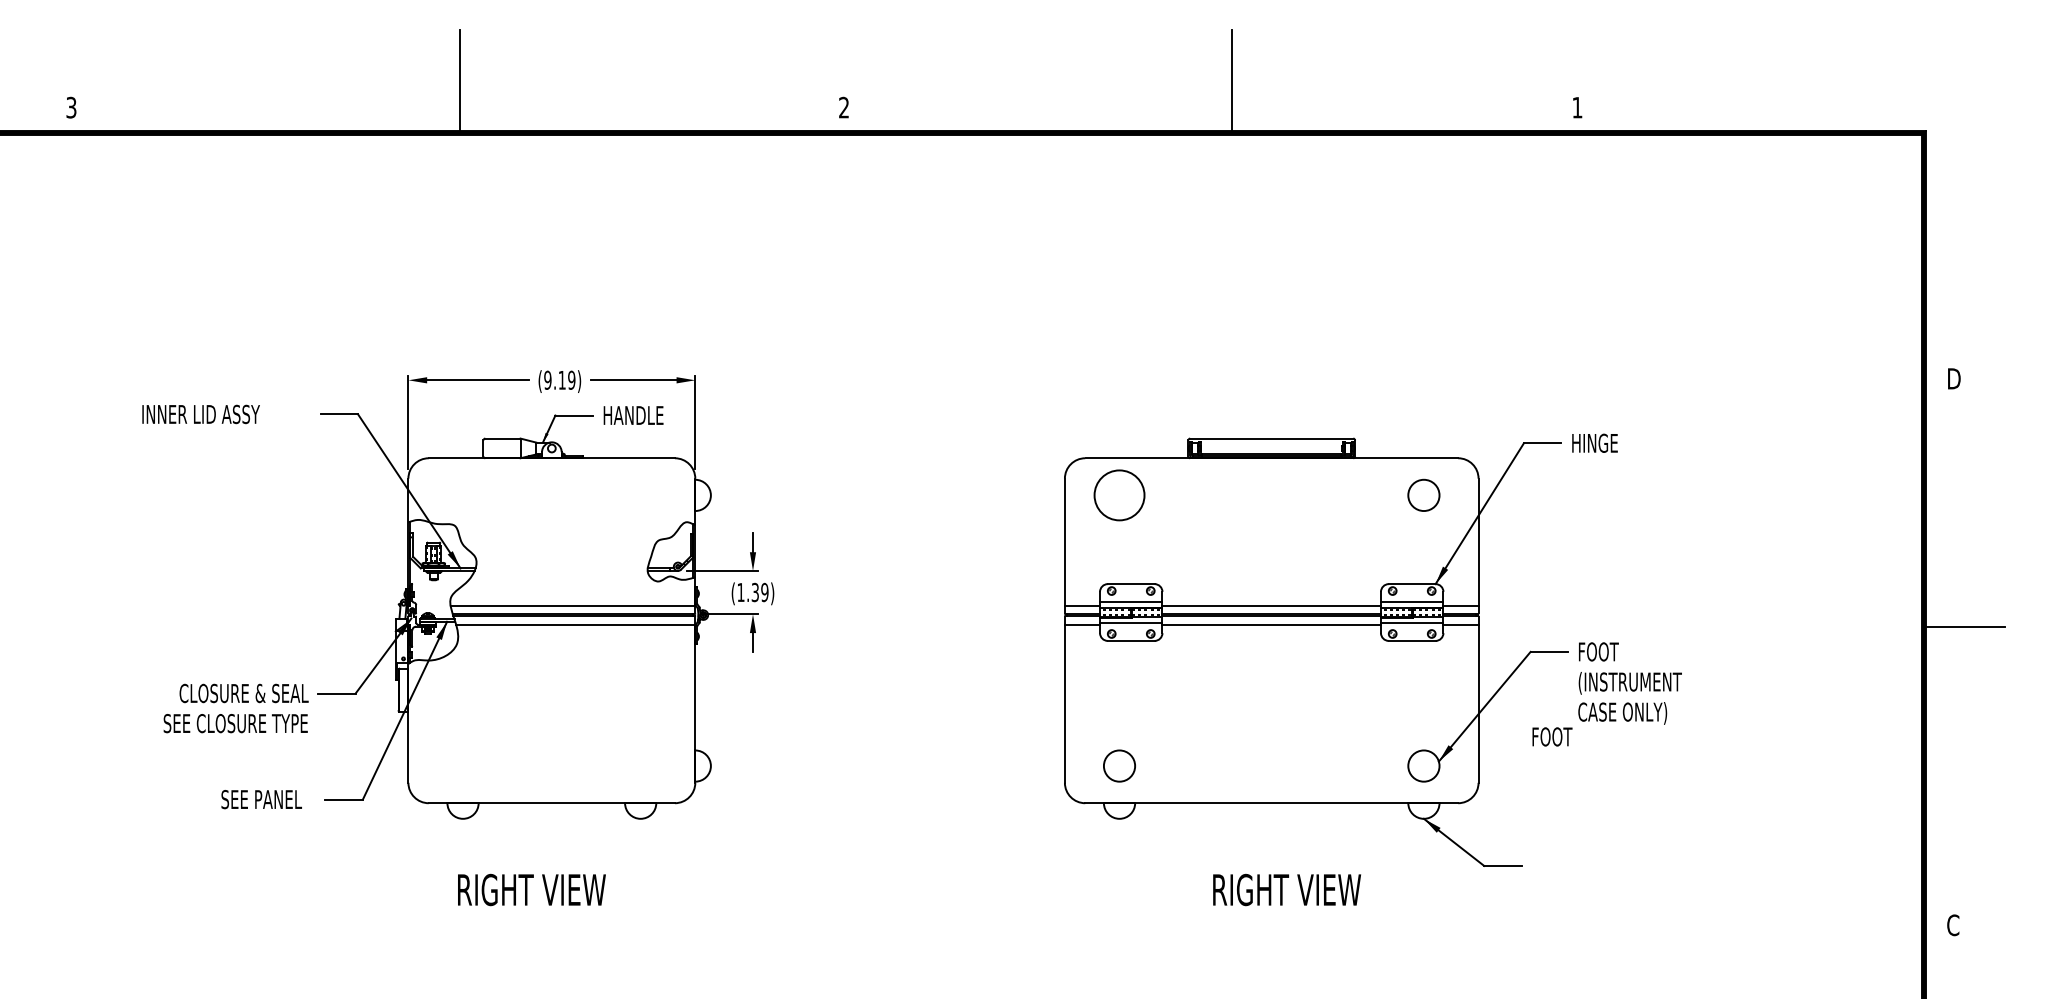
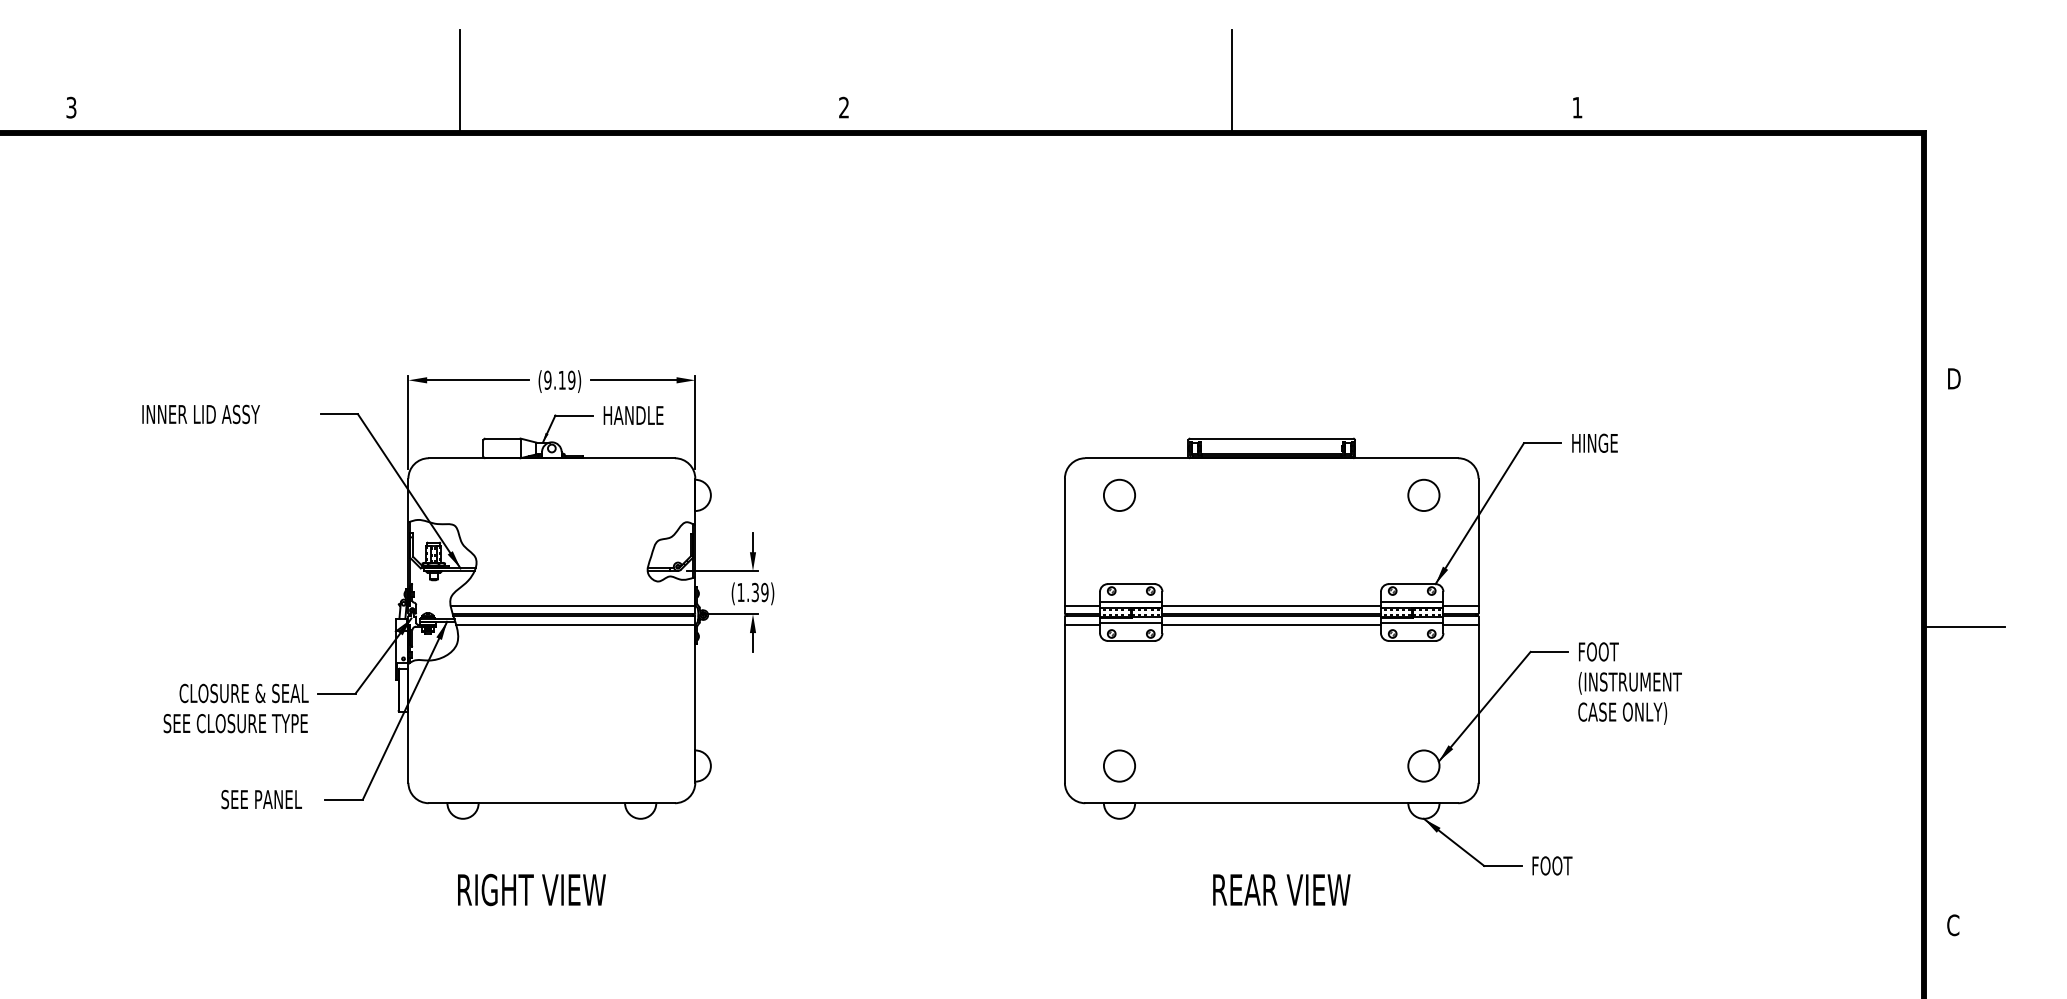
circle at (1119, 495) diameter: 50 px -> 31 px
text at (1552, 736) position: (1552, 736) -> (1552, 865)
text at (1297, 889): RIGHT VIEW -> REAR VIEW
